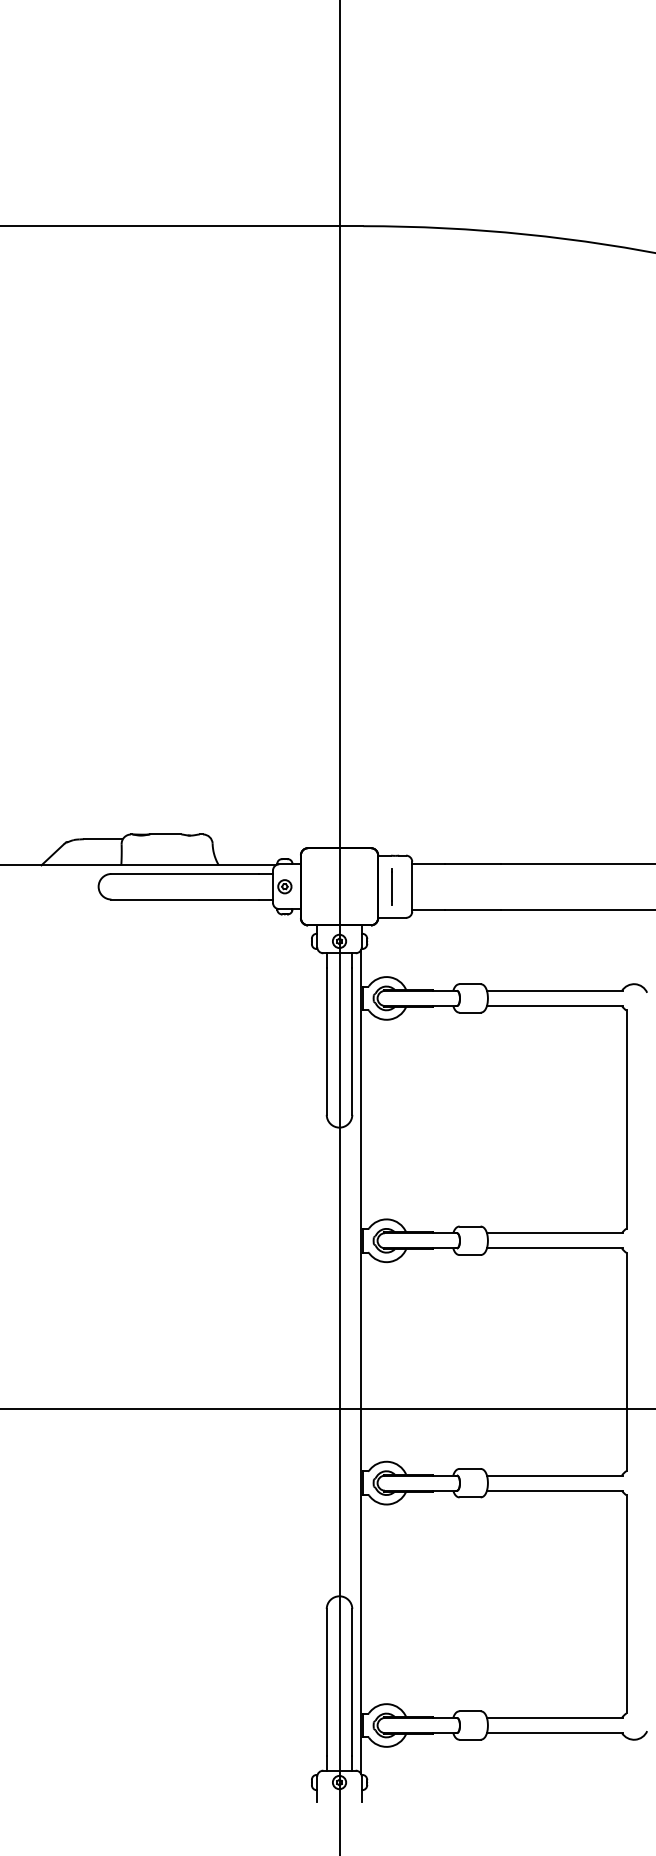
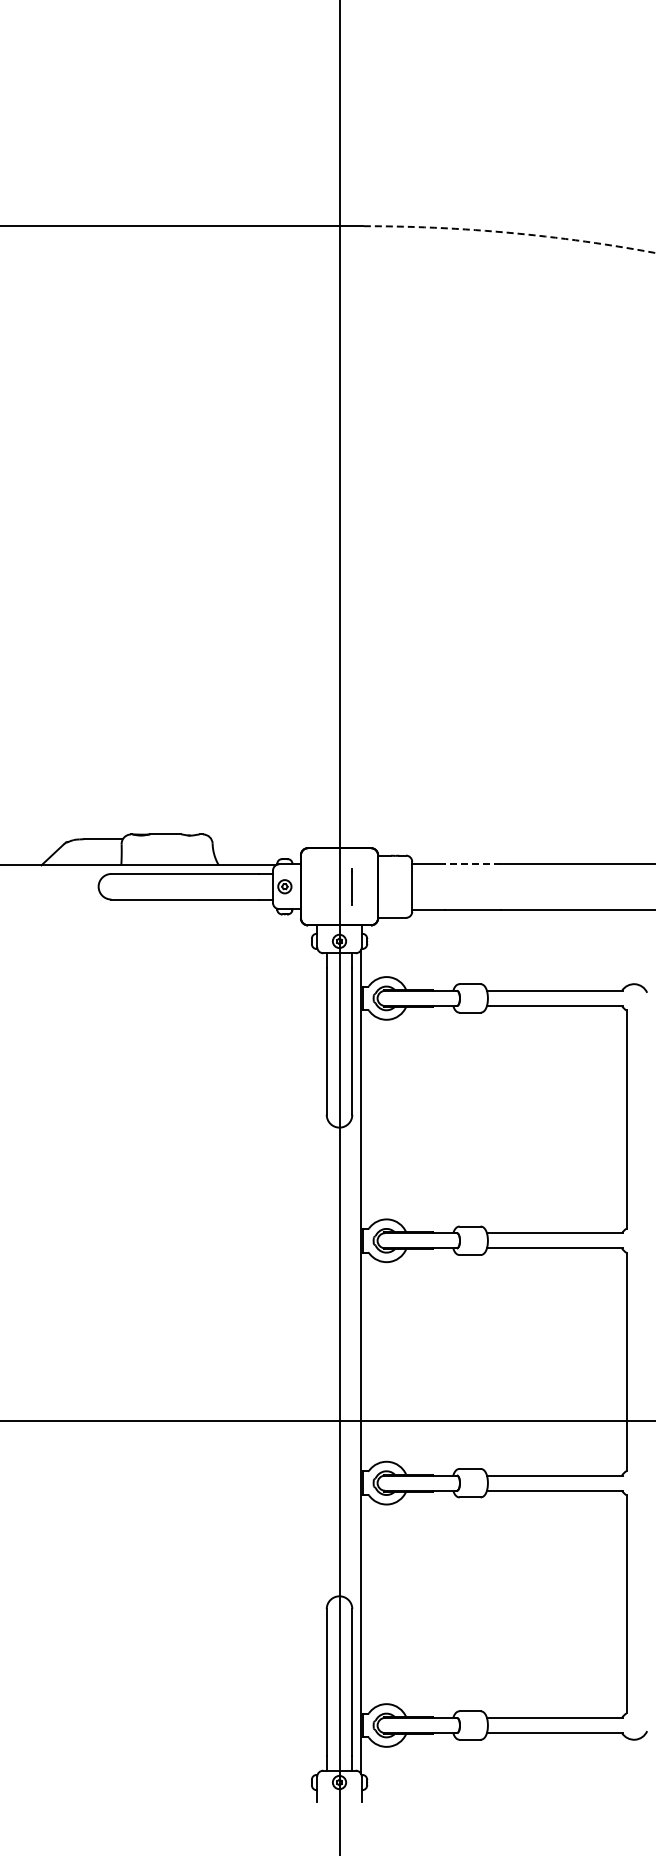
arc at (510, 233): solid -> dashed
line at (472, 863): solid -> dashed
line at (391, 886) position: (391, 886) -> (351, 886)
line at (327, 1409) position: (327, 1409) -> (327, 1421)
